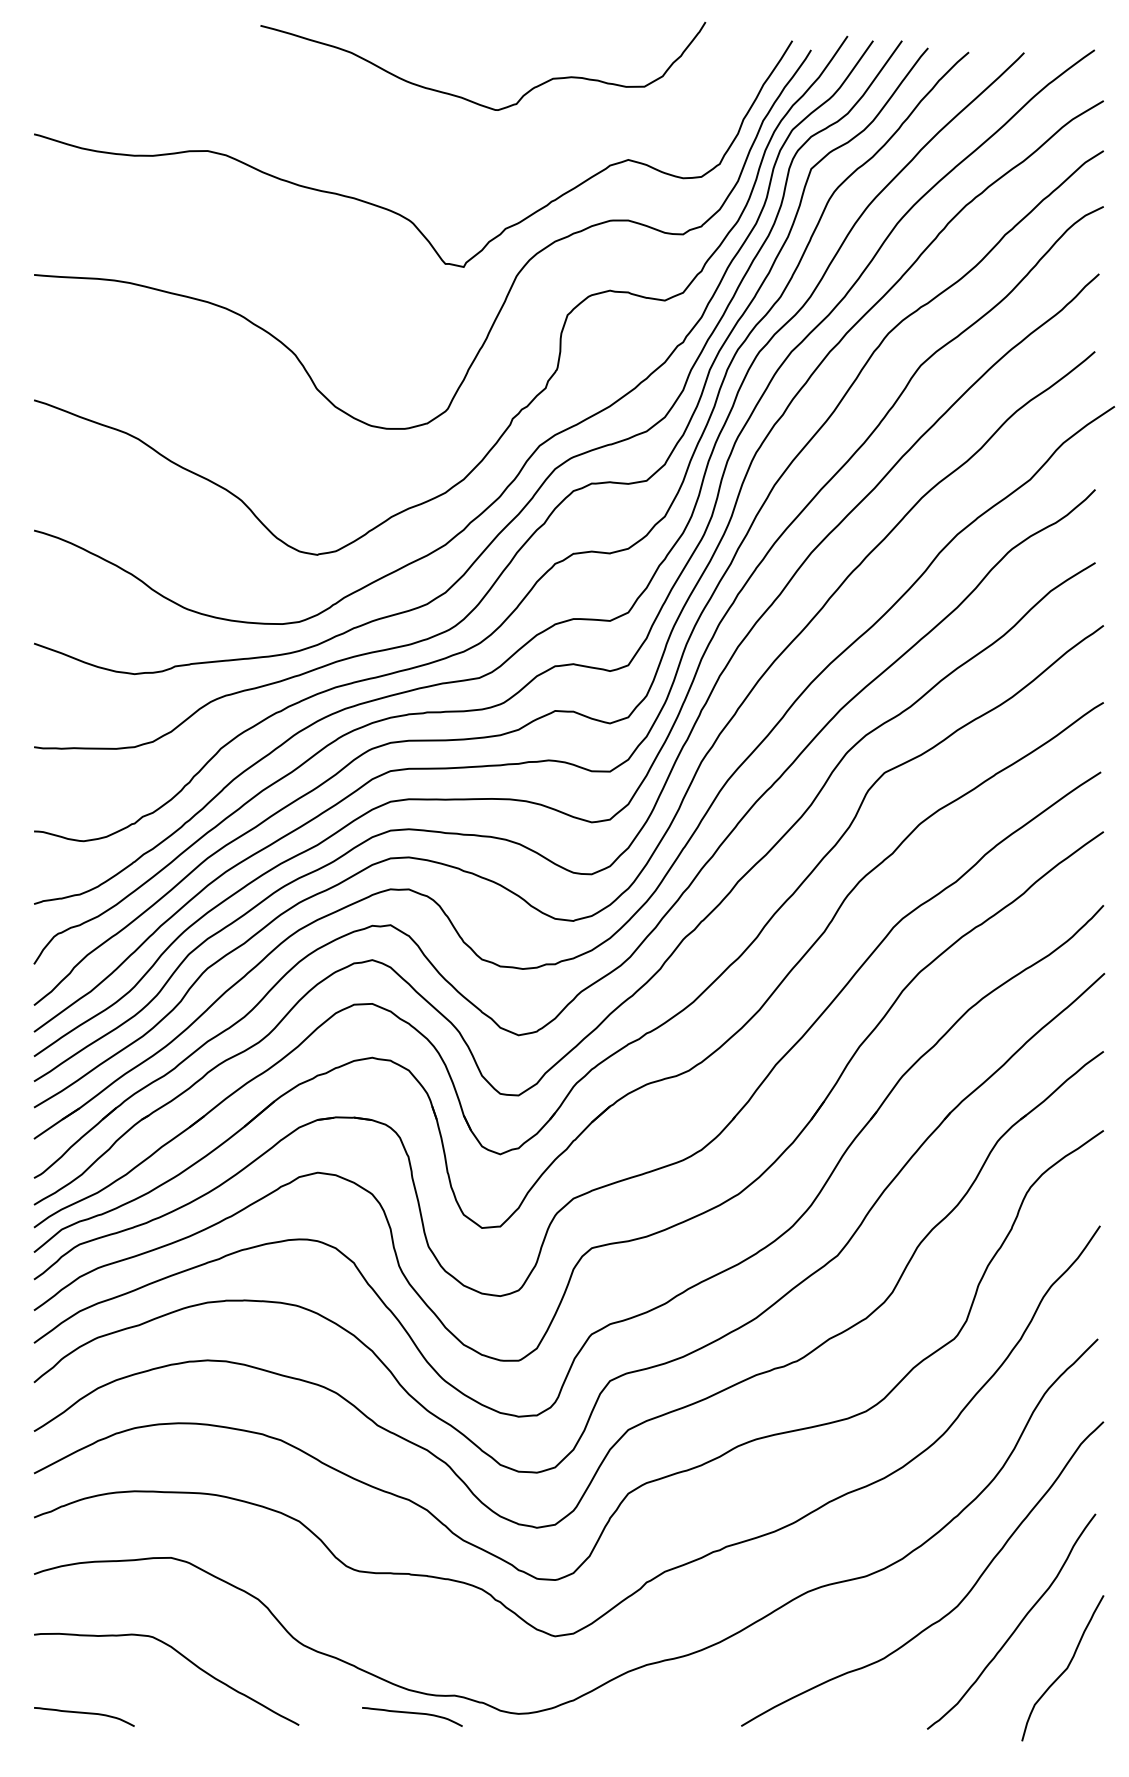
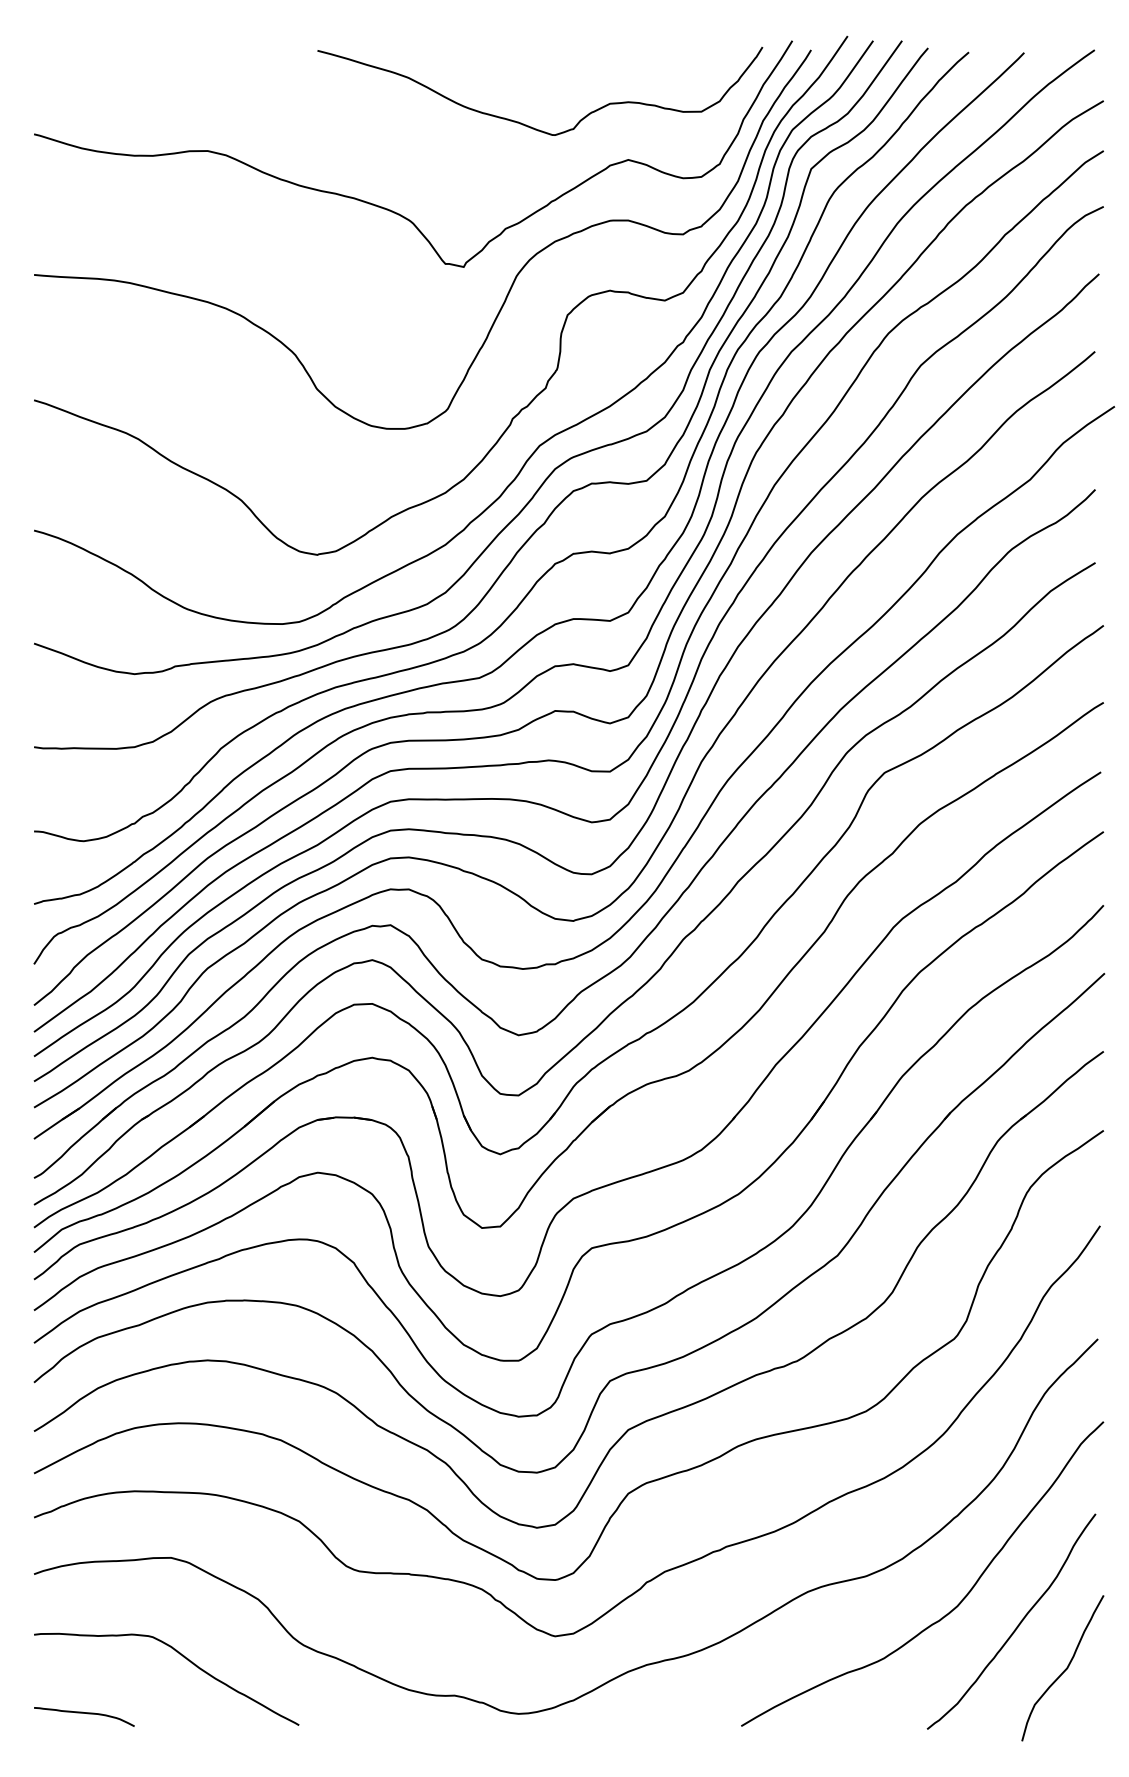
curve at (469, 99) position: (469, 99) -> (526, 124)
curve at (412, 1713): present -> none
